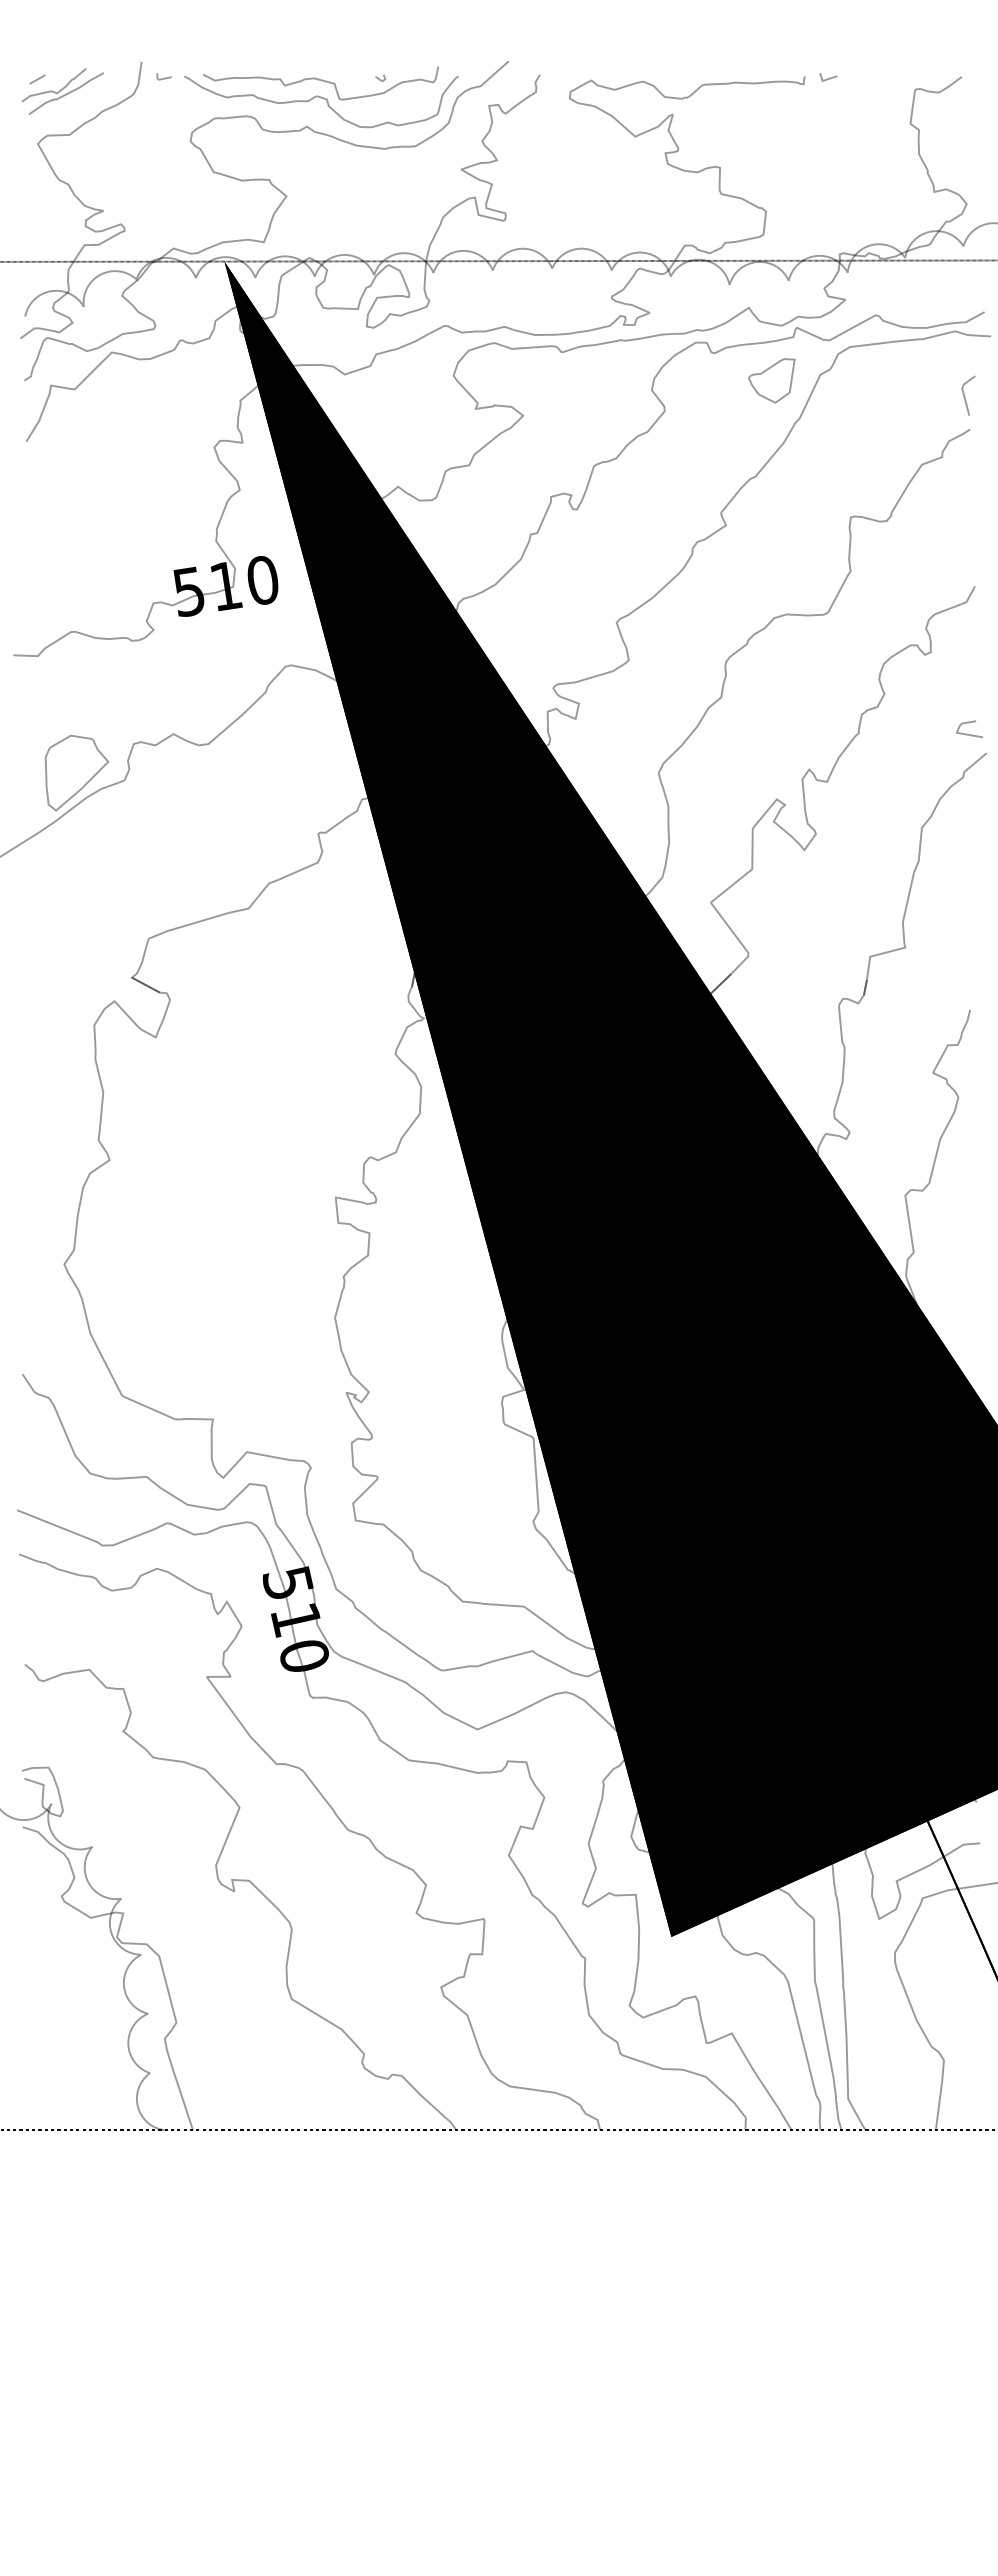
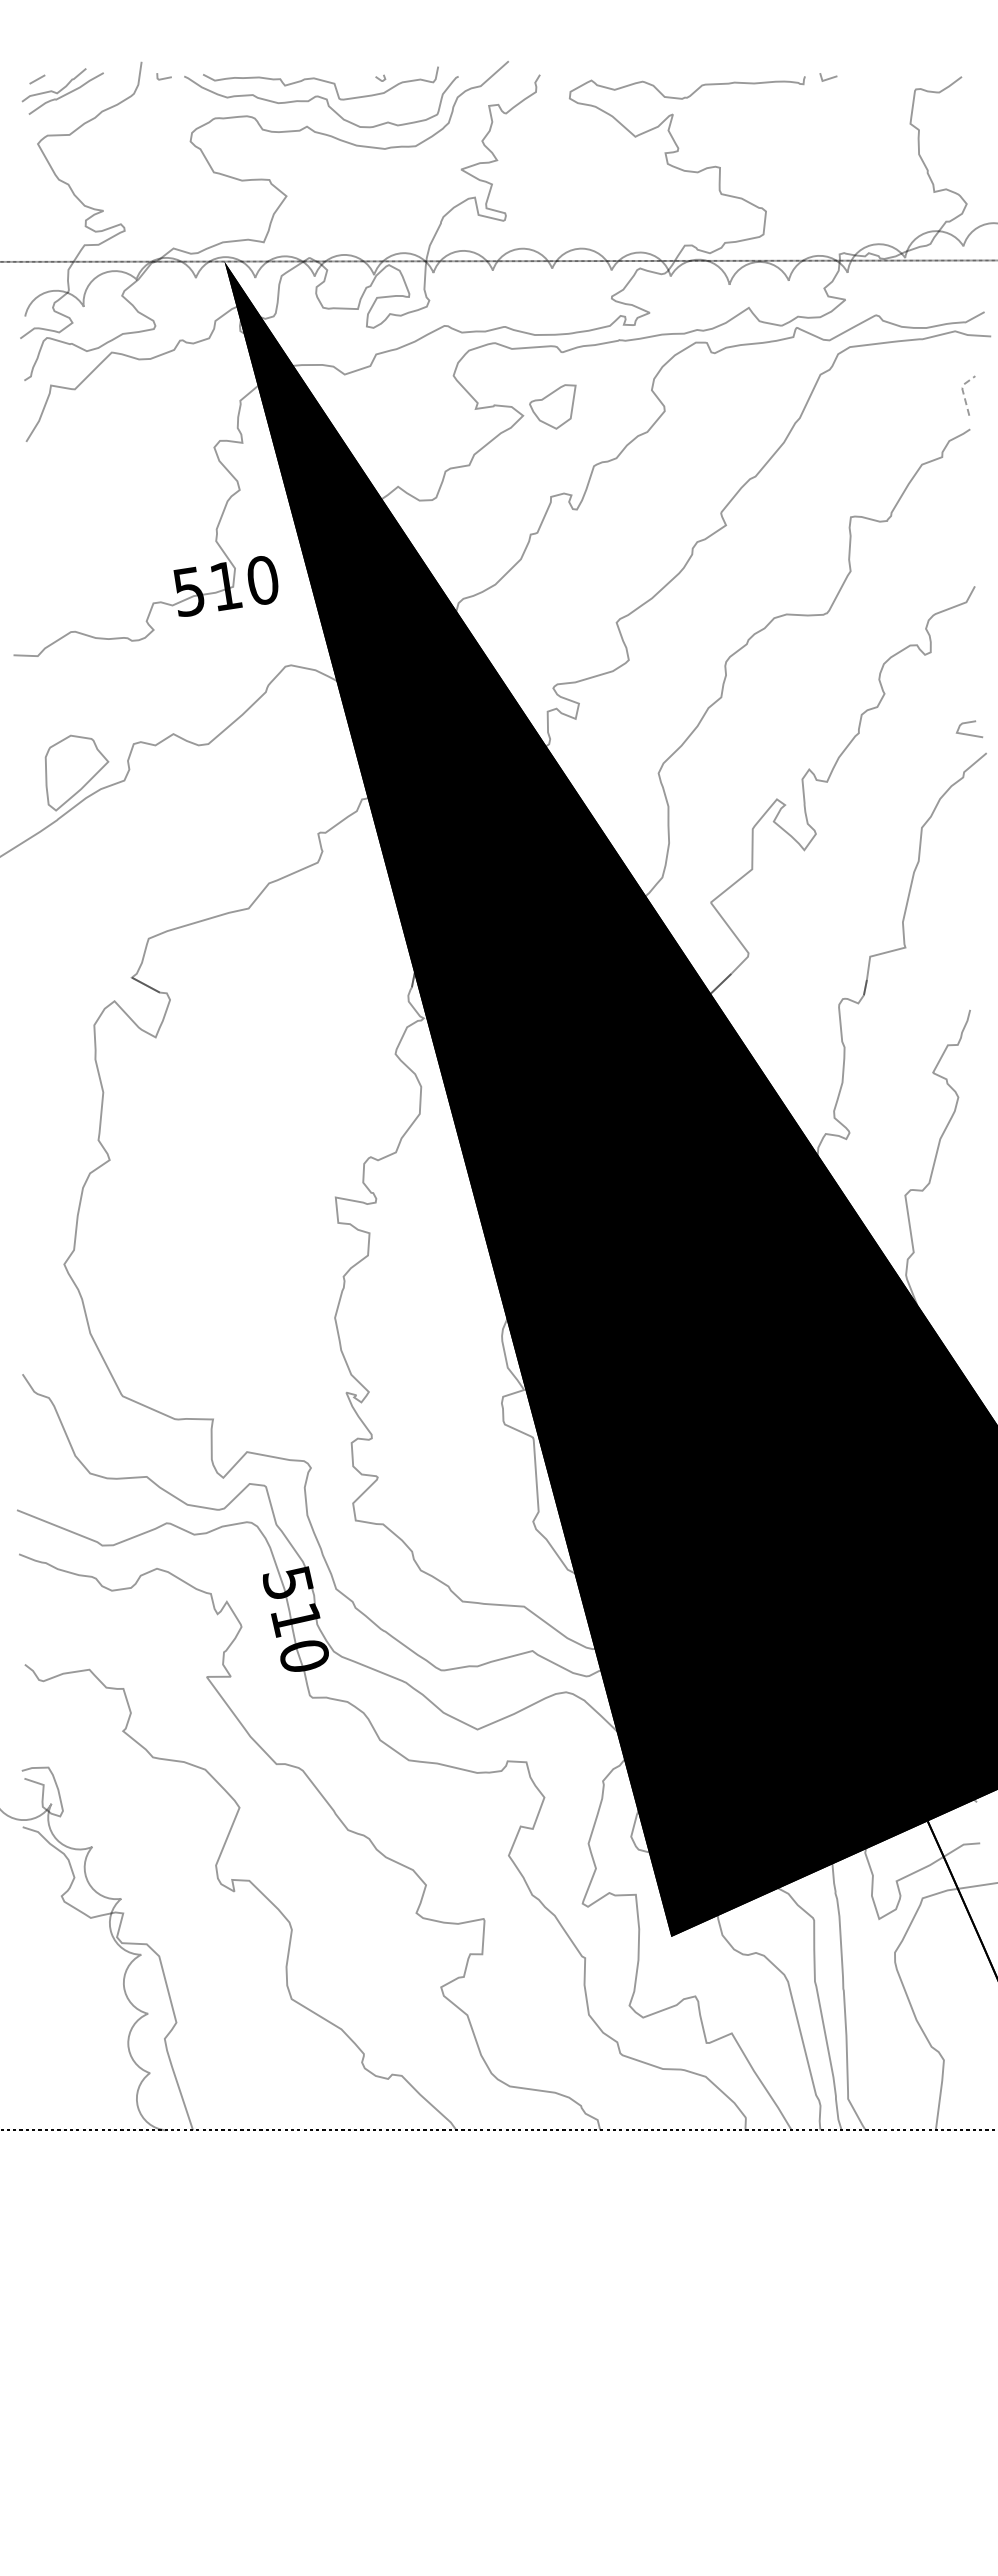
part at (771, 380) position: (771, 380) -> (552, 406)
line at (962, 391): solid -> dashed
